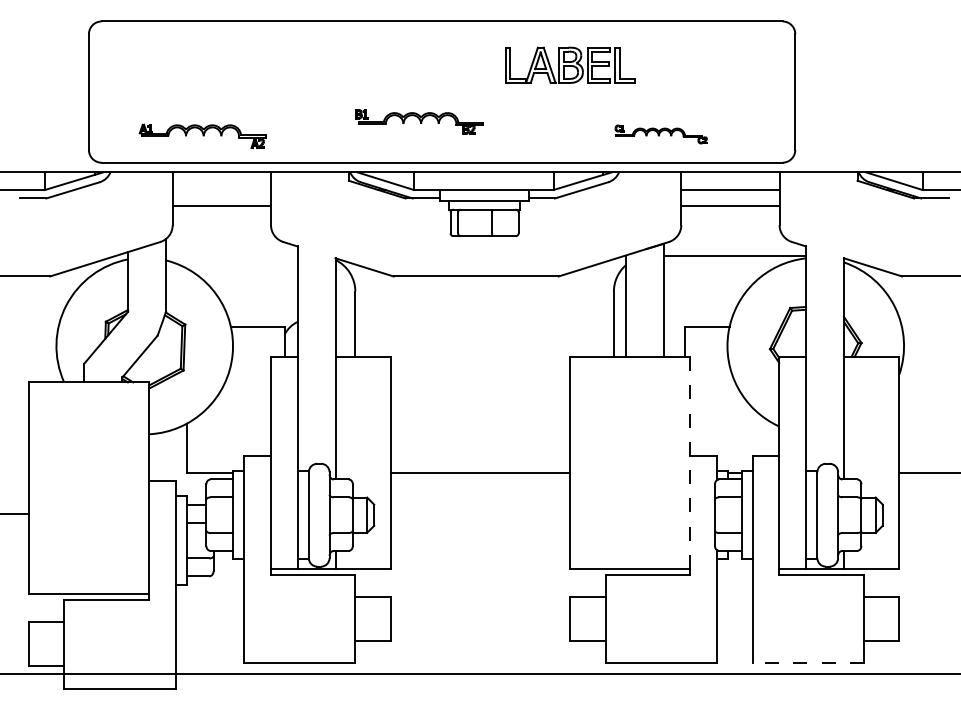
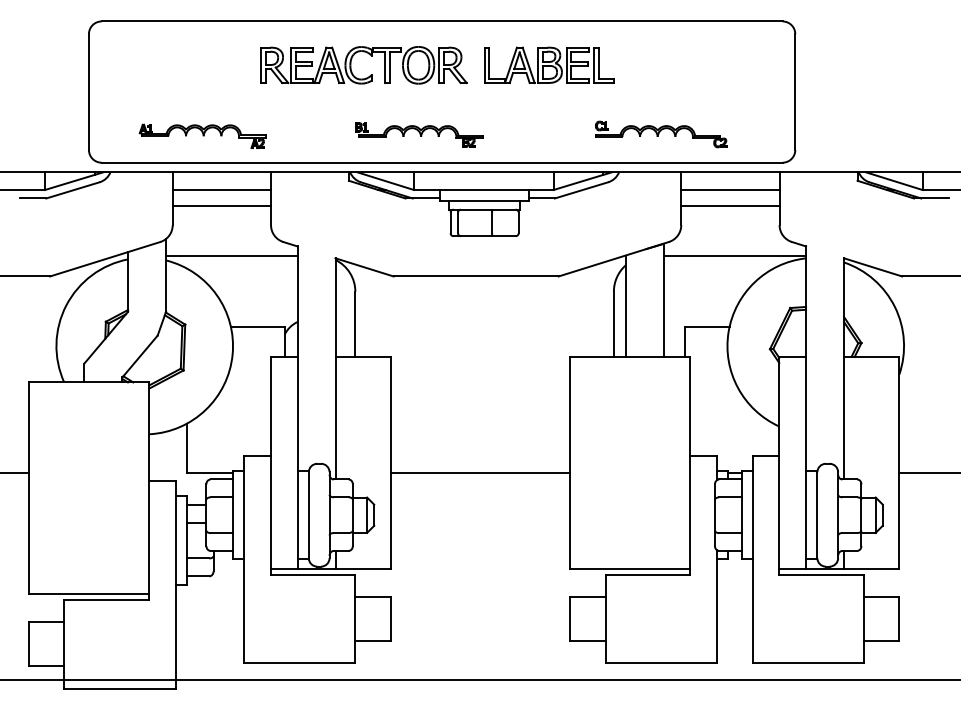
part at (570, 64) position: (570, 64) -> (549, 64)
part at (369, 75): none -> present
part at (419, 121) position: (419, 121) -> (419, 134)
part at (660, 134) size: 94x21 px -> 133x29 px
line at (221, 190): none -> present
line at (231, 256): none -> present
line at (690, 462): dashed -> solid
line at (15, 513) position: (15, 513) -> (15, 472)
line at (808, 663): dashed -> solid
line at (479, 674) position: (479, 674) -> (479, 680)
